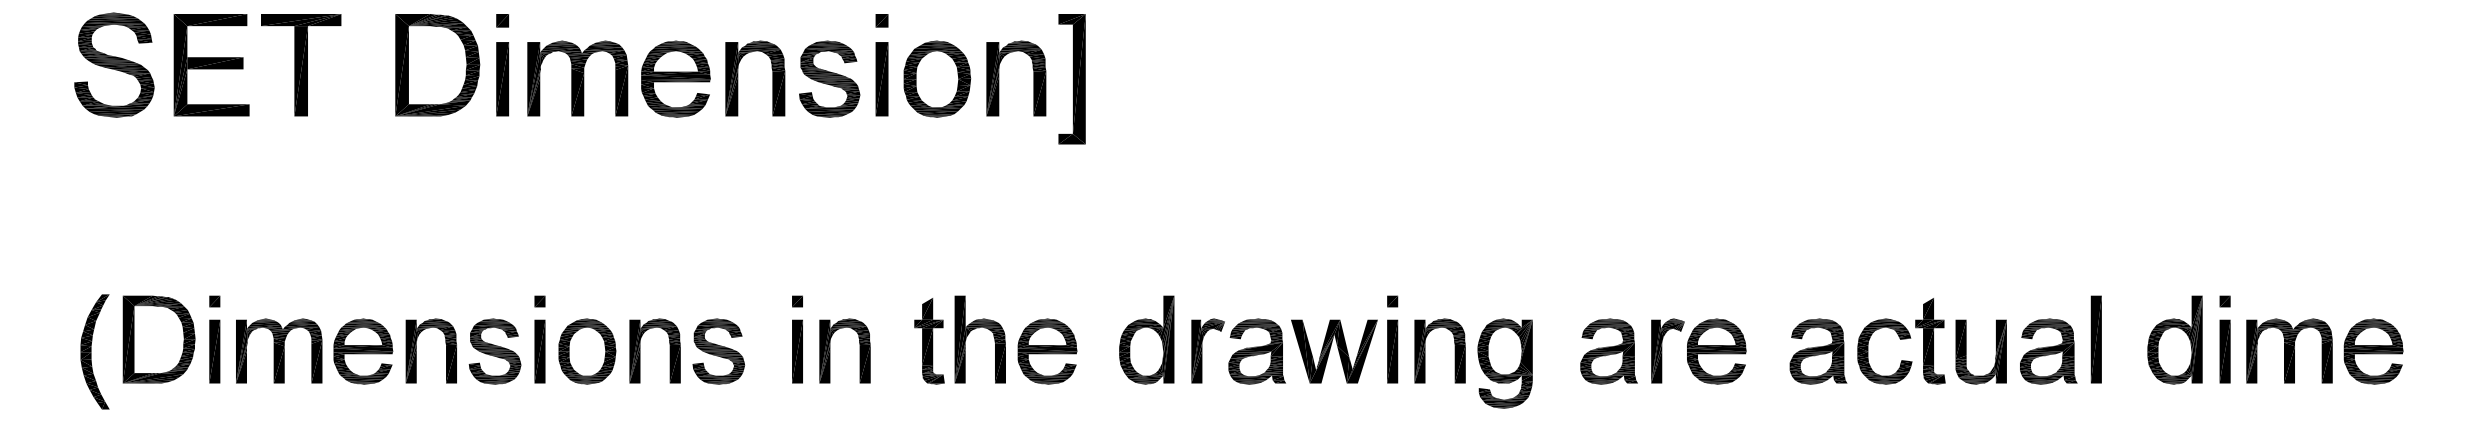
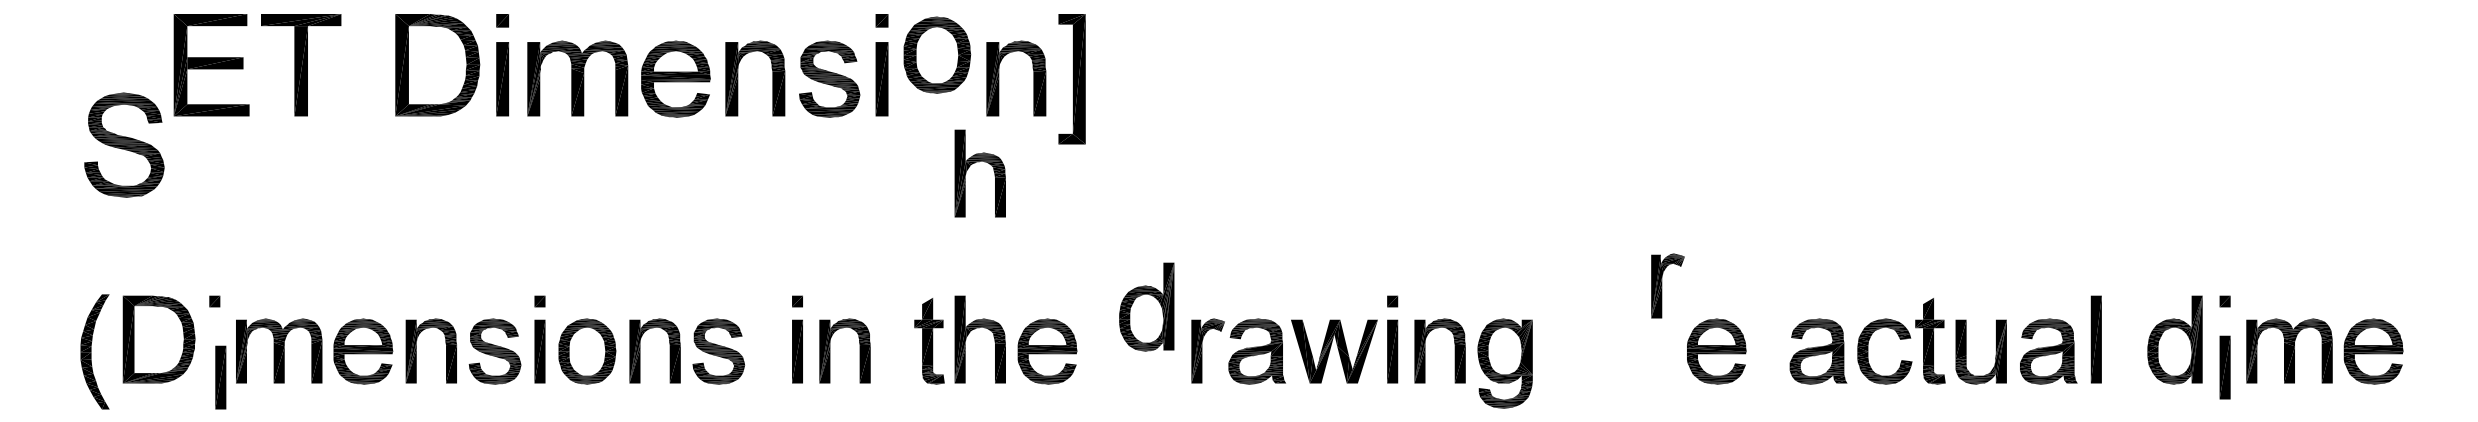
part at (114, 64) position: (114, 64) -> (124, 144)
part at (937, 78) position: (937, 78) -> (937, 54)
part at (975, 163): none -> present
part at (1146, 339) position: (1146, 339) -> (1146, 306)
part at (1667, 350) position: (1667, 350) -> (1667, 285)
part at (214, 351) position: (214, 351) -> (220, 377)
part at (1608, 351): present -> none
part at (2224, 351) position: (2224, 351) -> (2224, 367)
